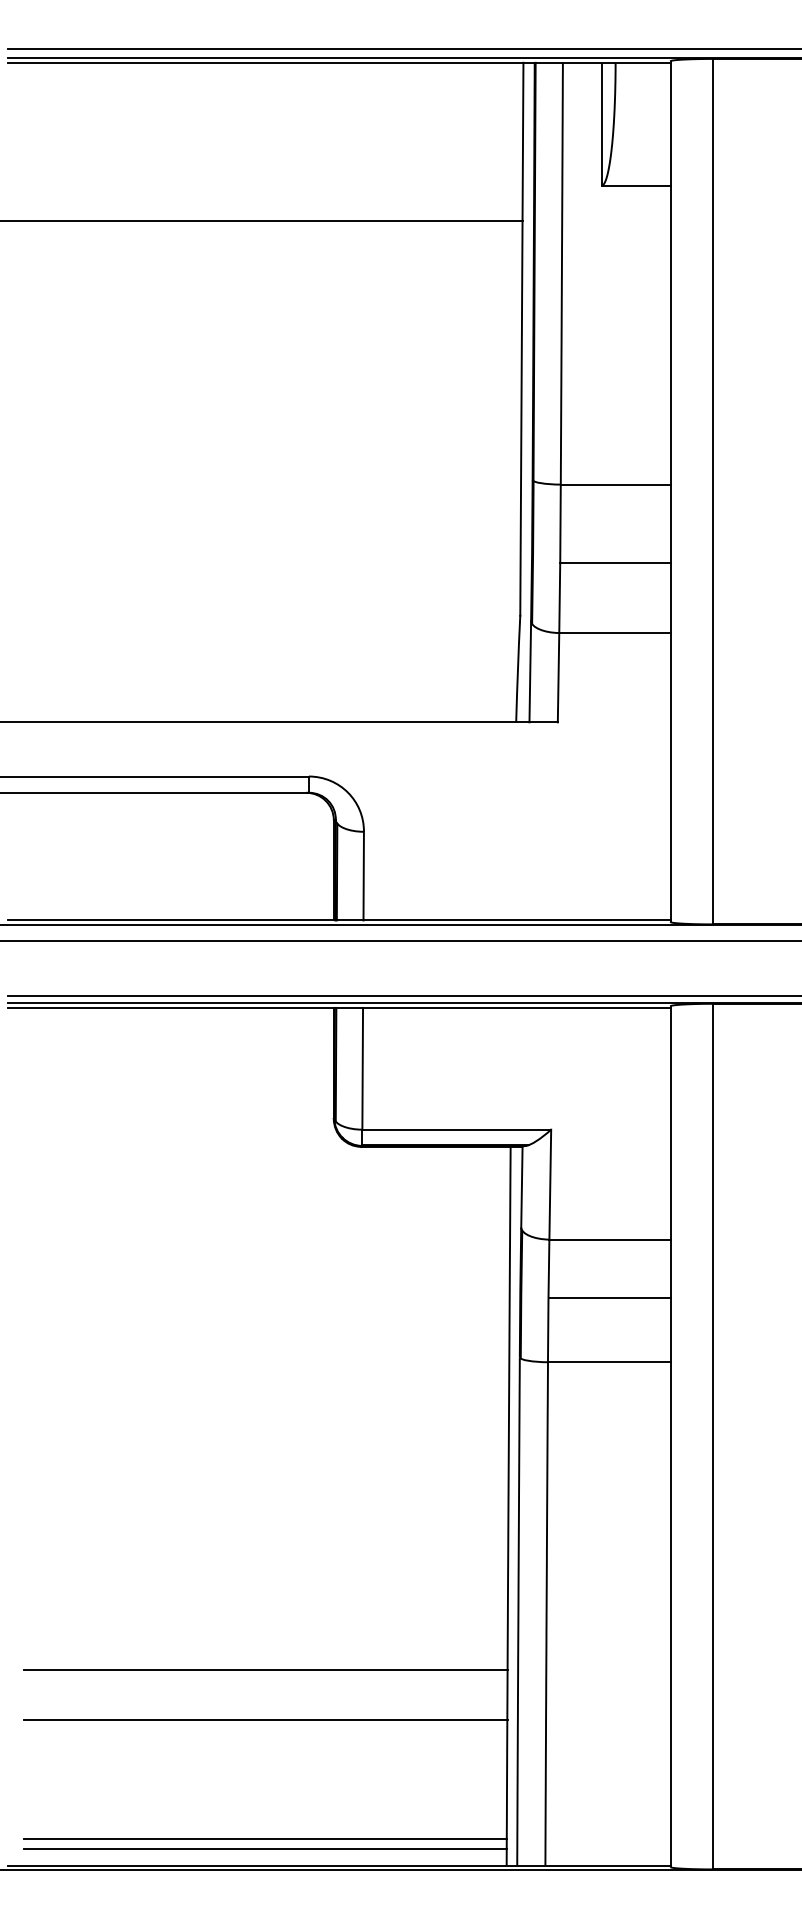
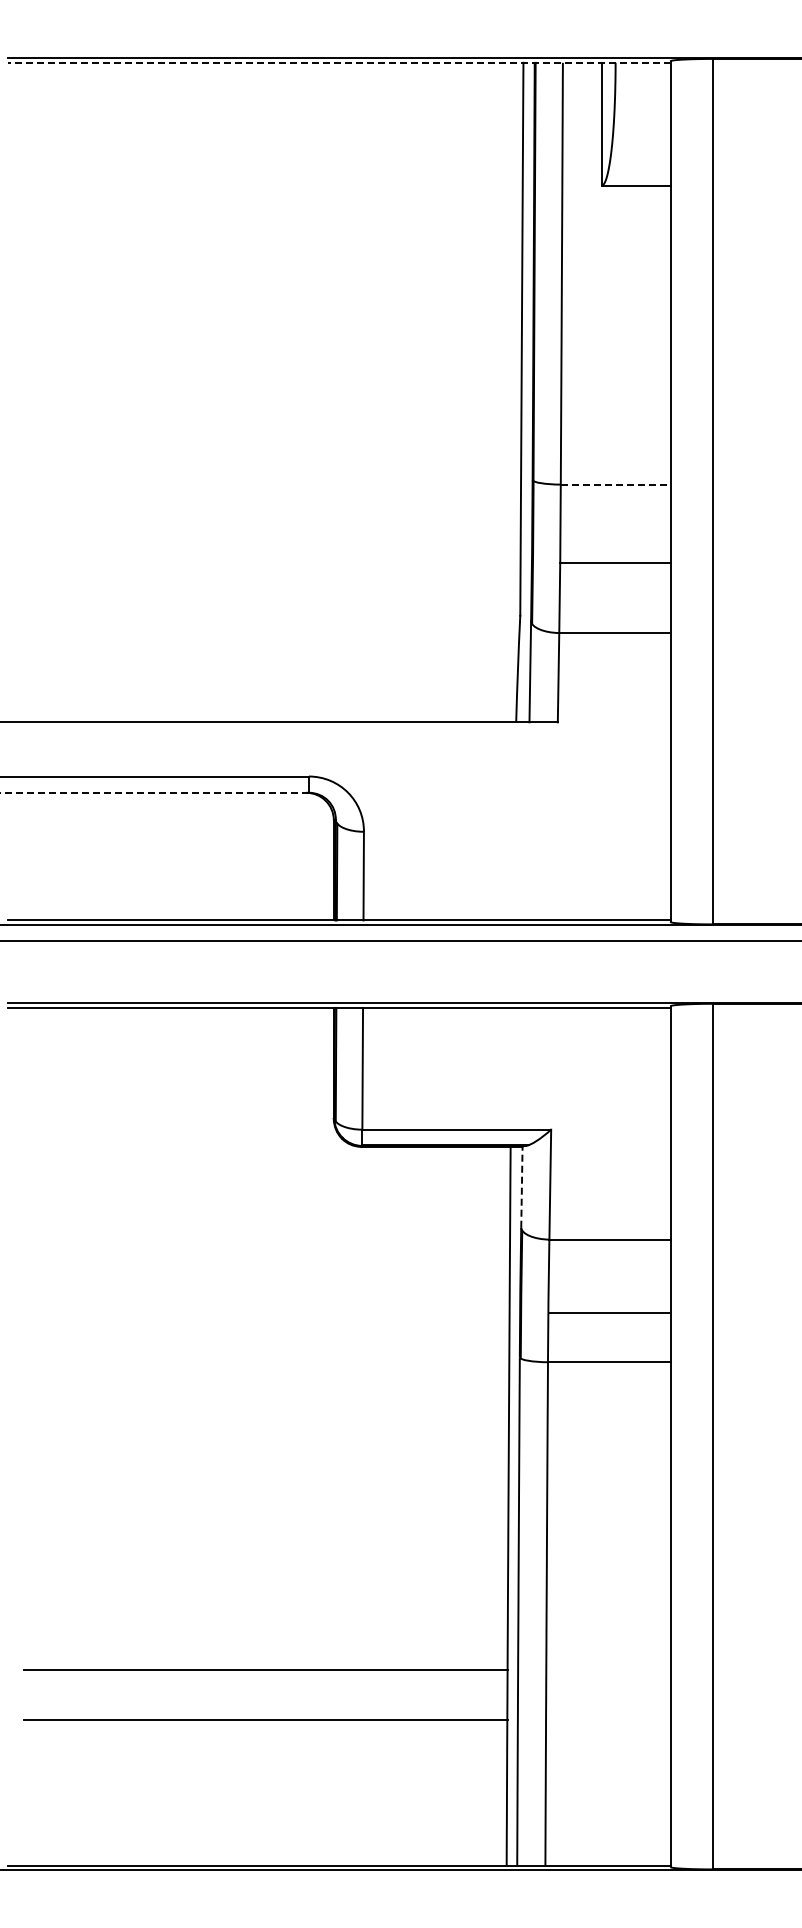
line at (403, 49): present -> none
line at (338, 62): solid -> dashed
line at (262, 220): present -> none
line at (615, 484): solid -> dashed
line at (155, 792): solid -> dashed
line at (403, 995): present -> none
line at (521, 1187): solid -> dashed
line at (609, 1297) position: (609, 1297) -> (609, 1312)
line at (264, 1839): present -> none
line at (264, 1848): present -> none
